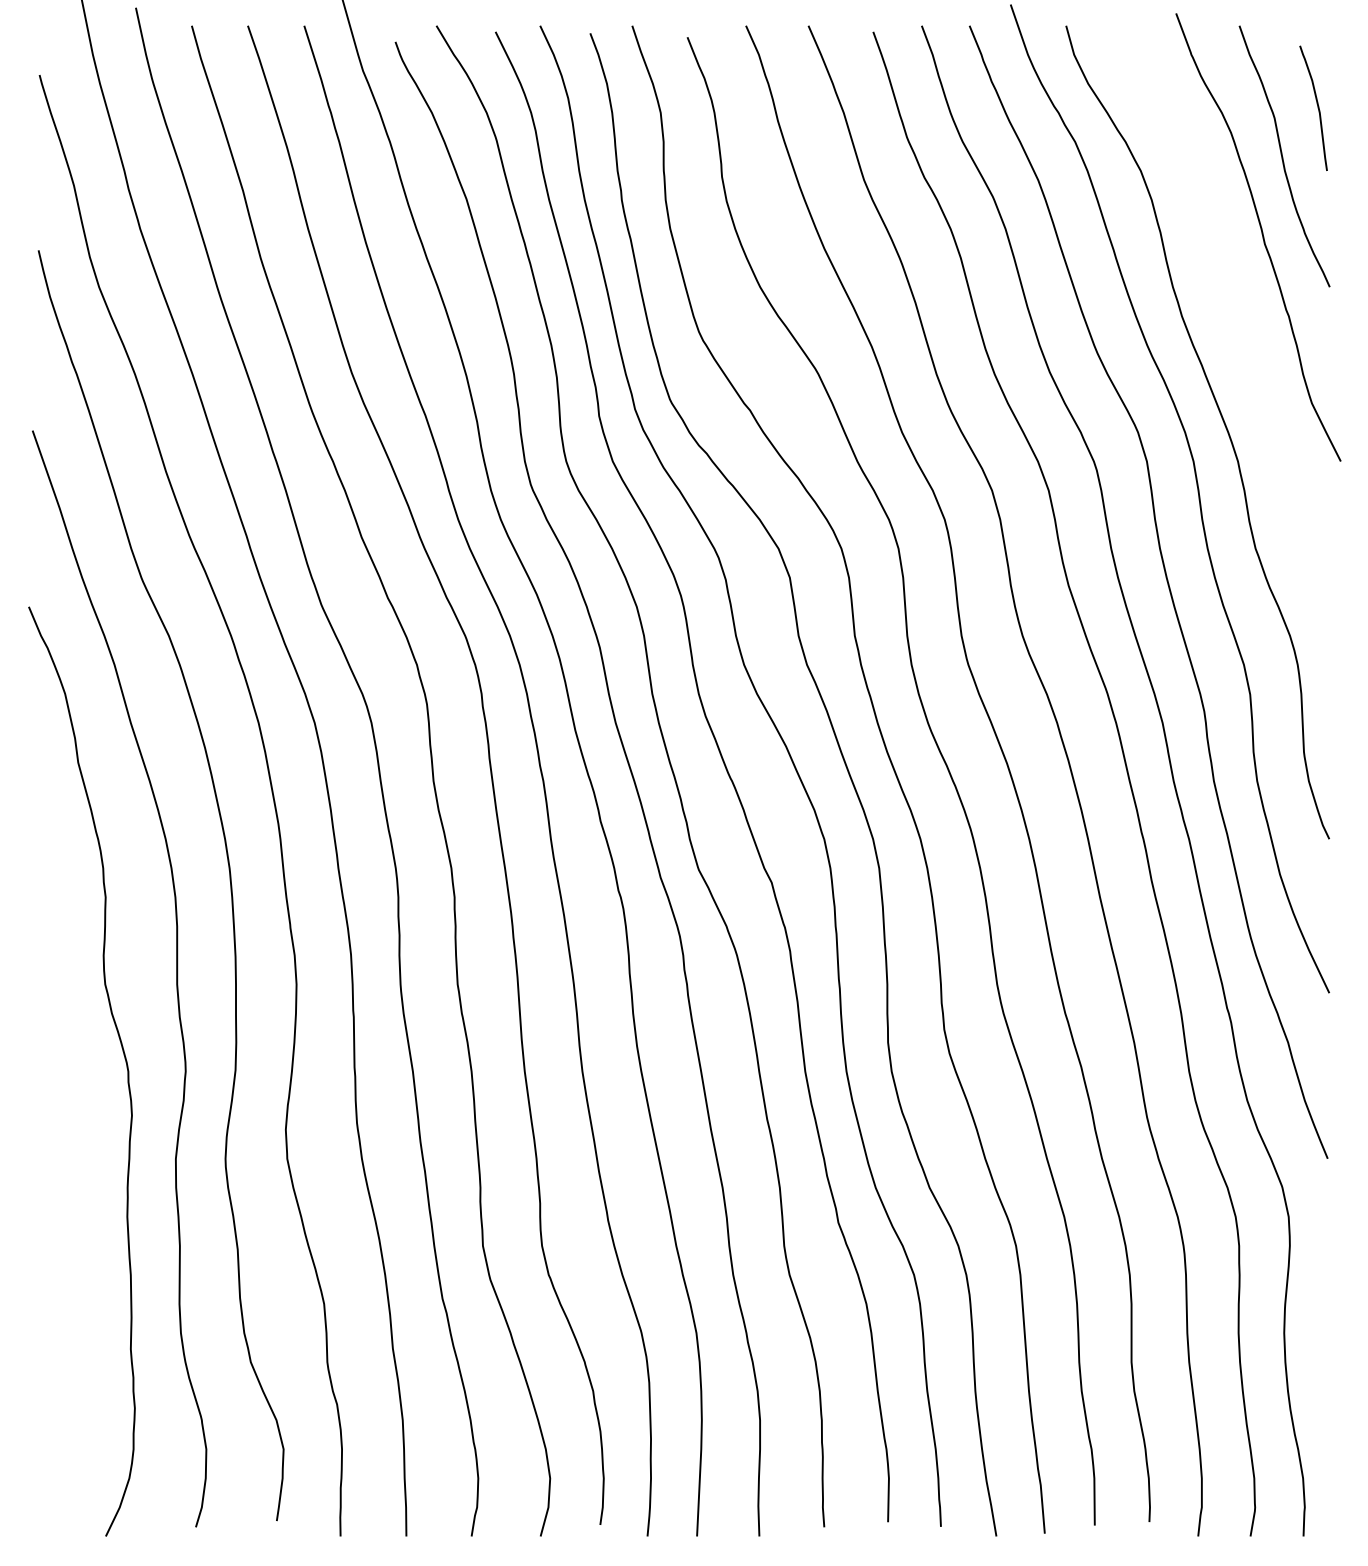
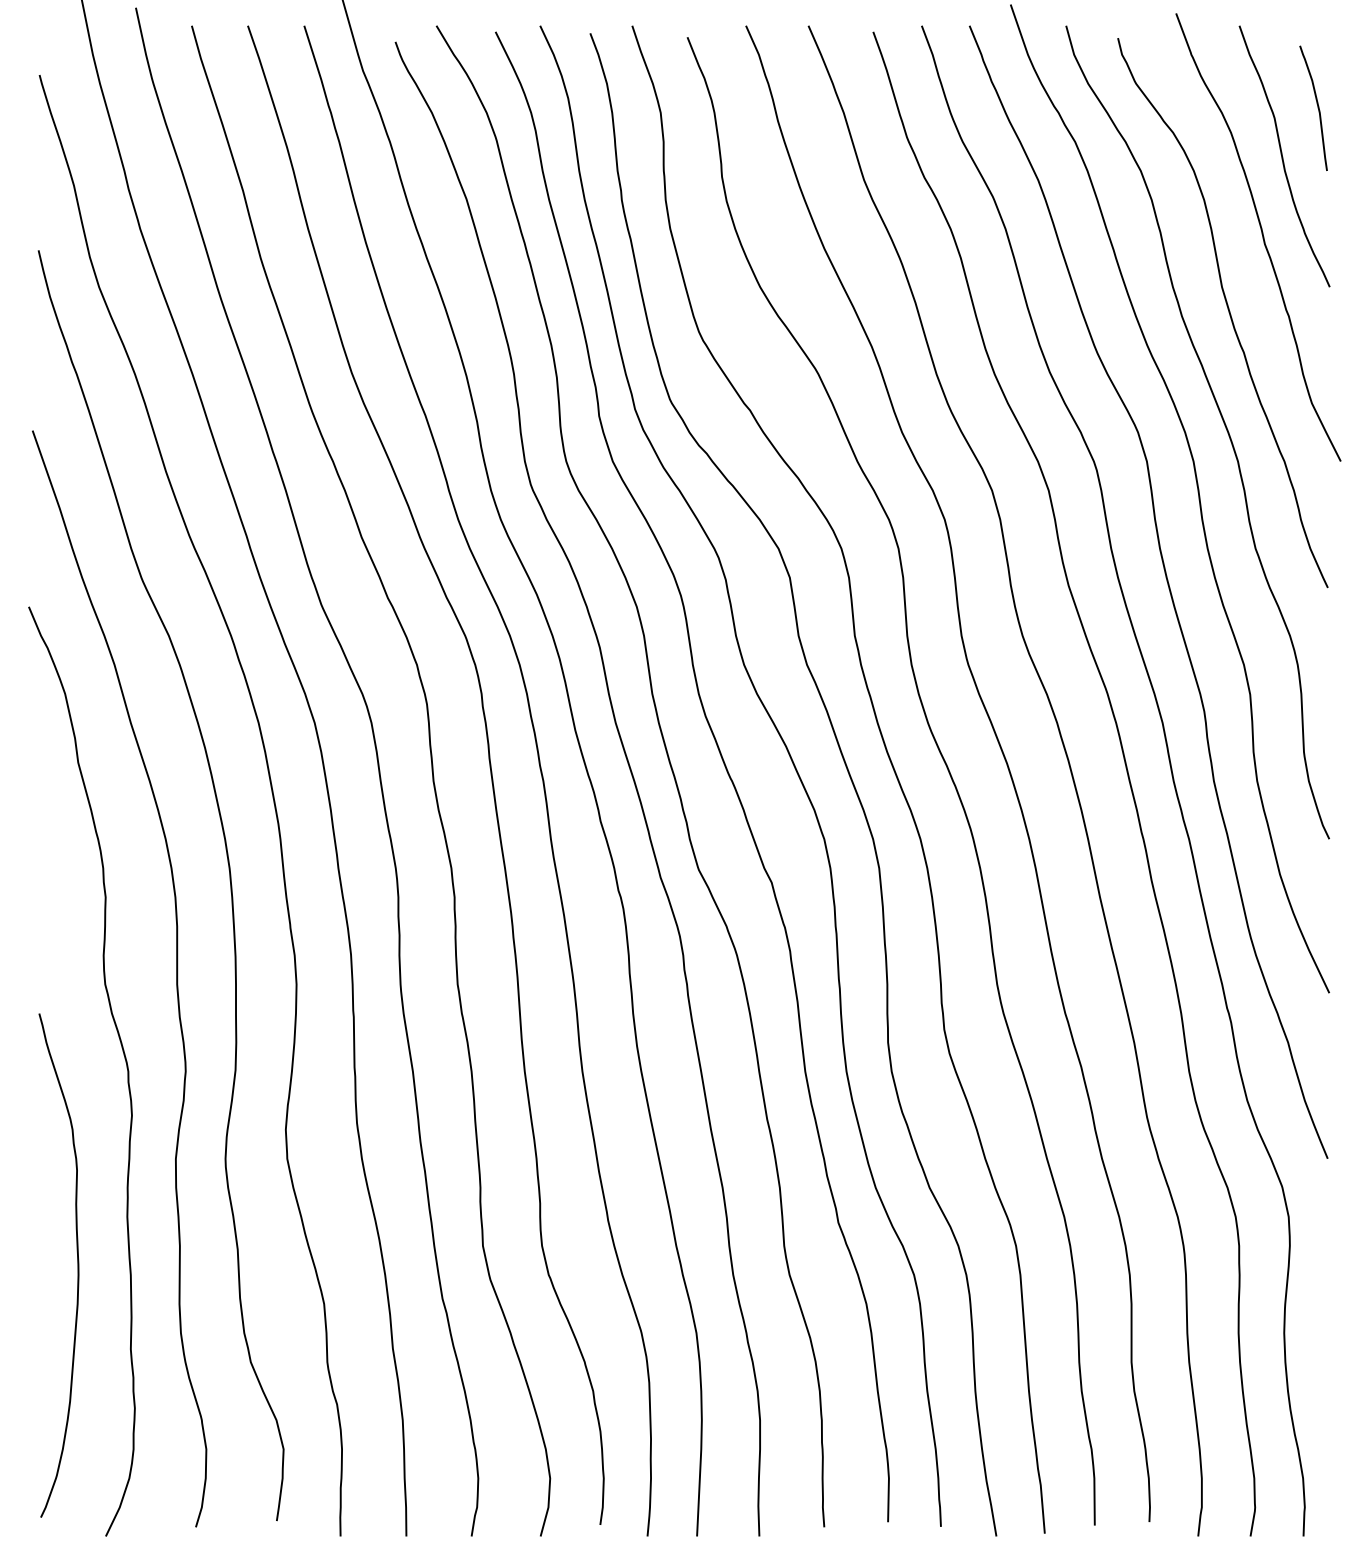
curve at (1228, 312): none -> present
curve at (77, 1265): none -> present
